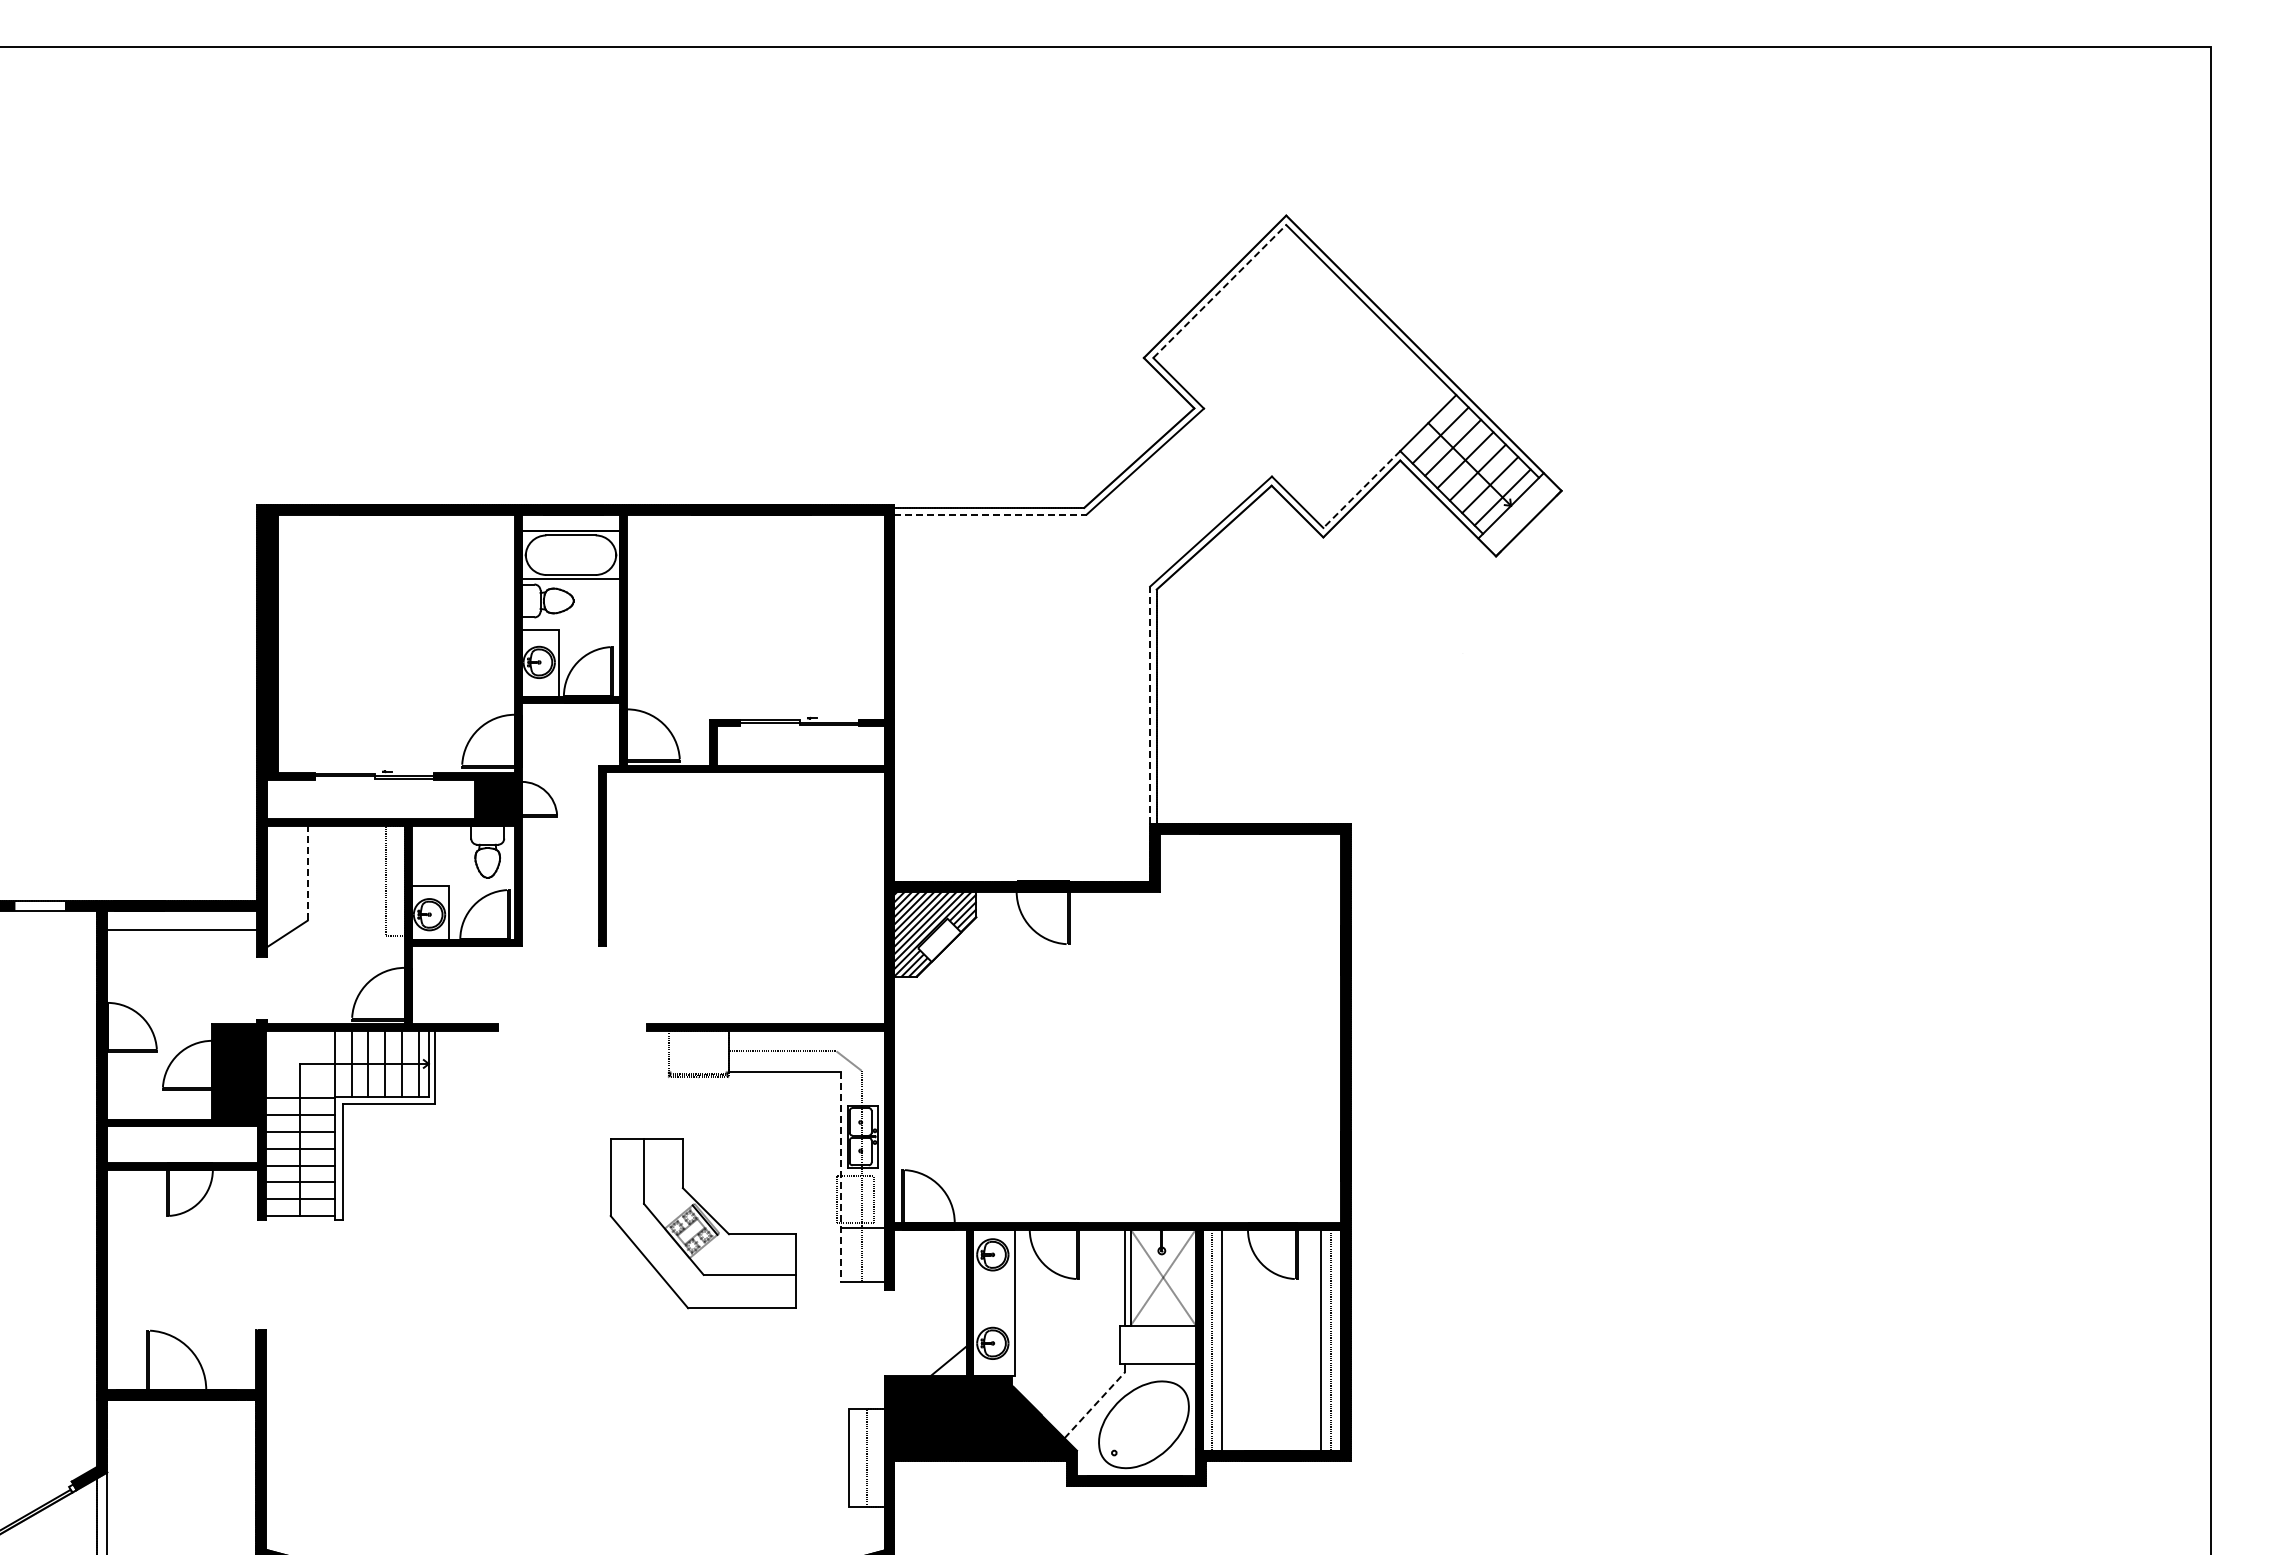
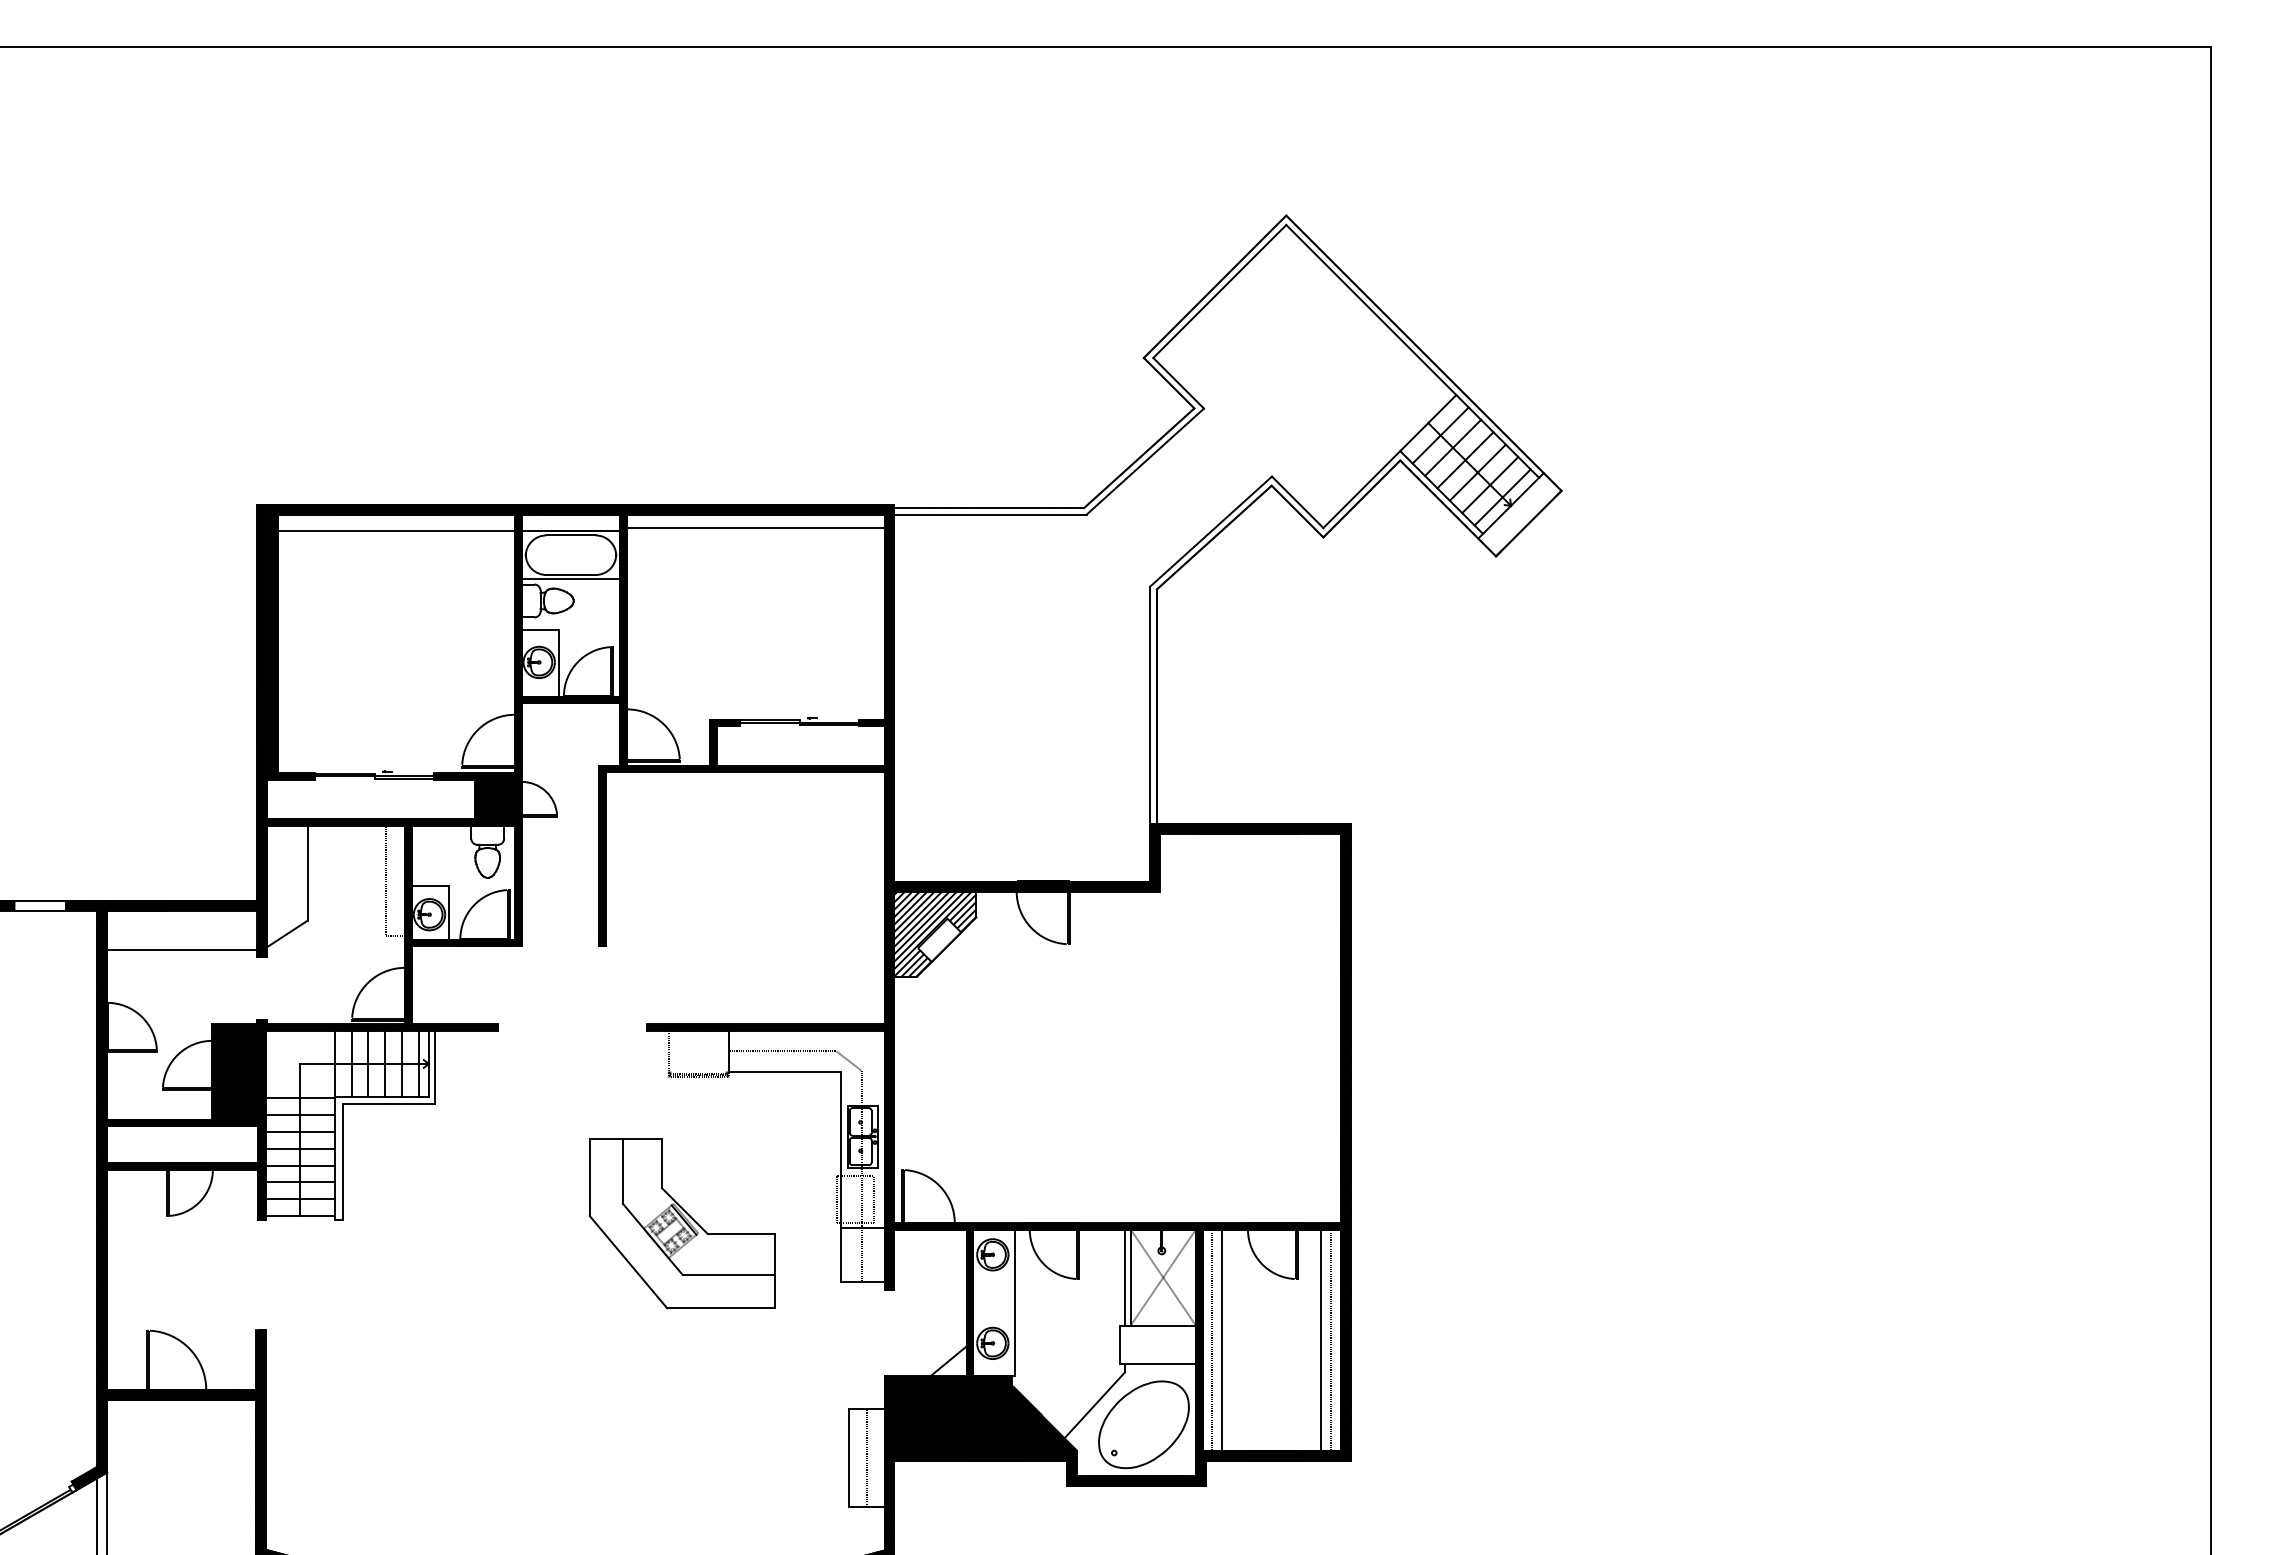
line at (1219, 291): dashed -> solid
line at (1361, 489): dashed -> solid
line at (991, 514): dashed -> solid
line at (755, 528): none -> present
line at (396, 531): none -> present
line at (1150, 704): dashed -> solid
line at (307, 872): dashed -> solid
line at (182, 929) position: (182, 929) -> (182, 949)
line at (841, 1177): dashed -> solid
part at (702, 1223) position: (702, 1223) -> (681, 1223)
line at (1094, 1405): dashed -> solid
